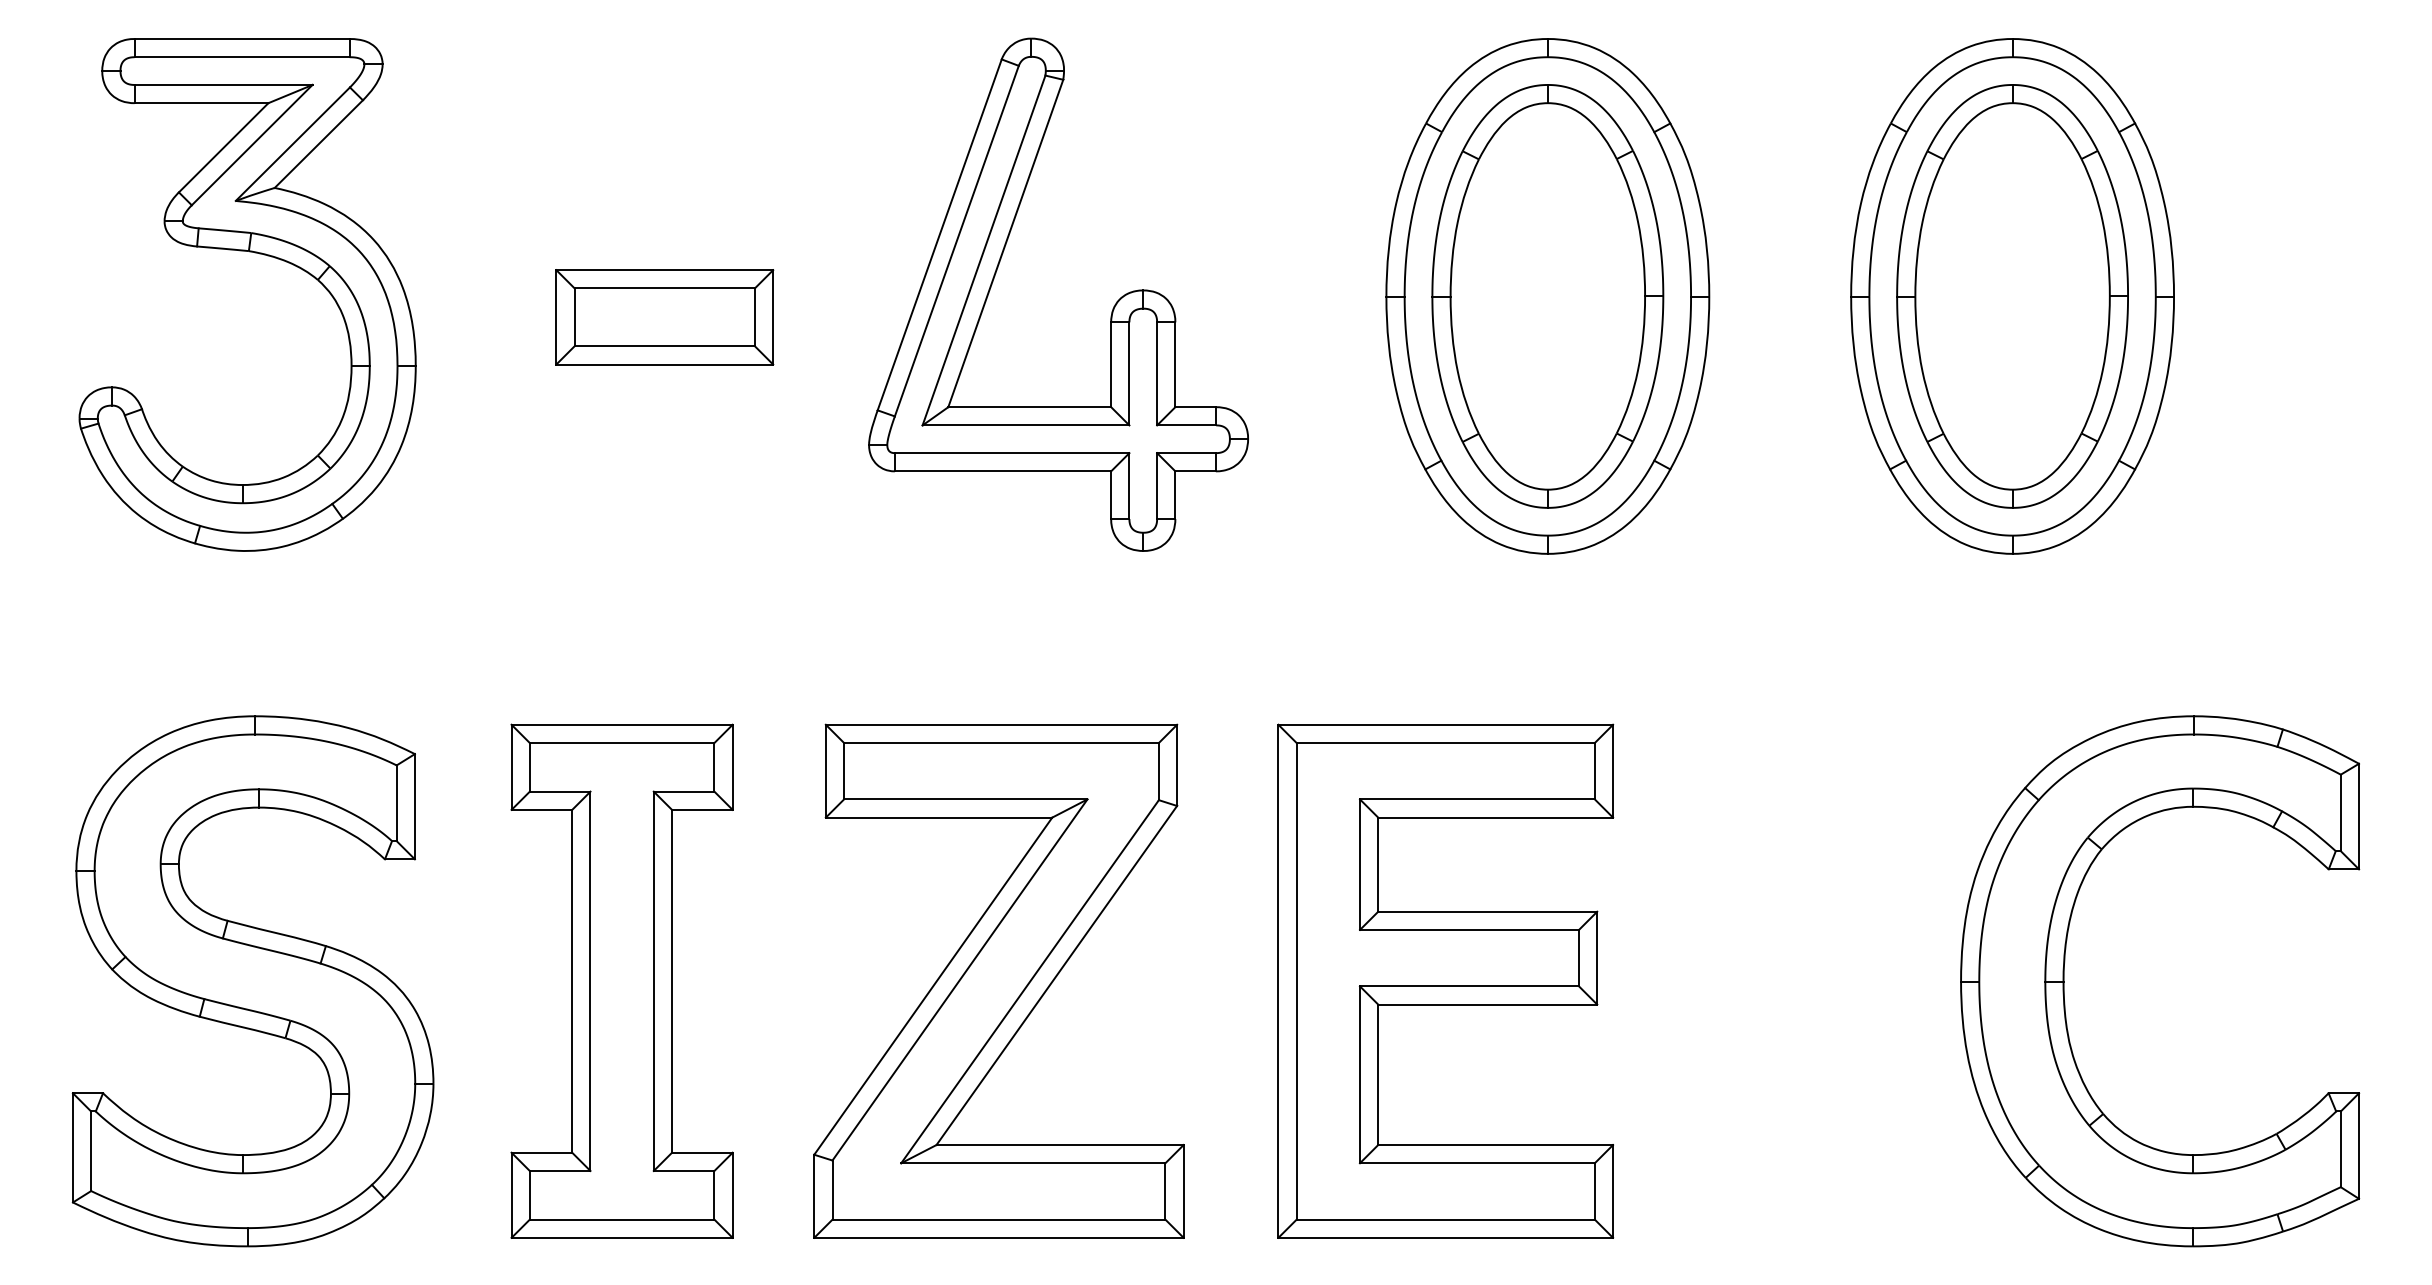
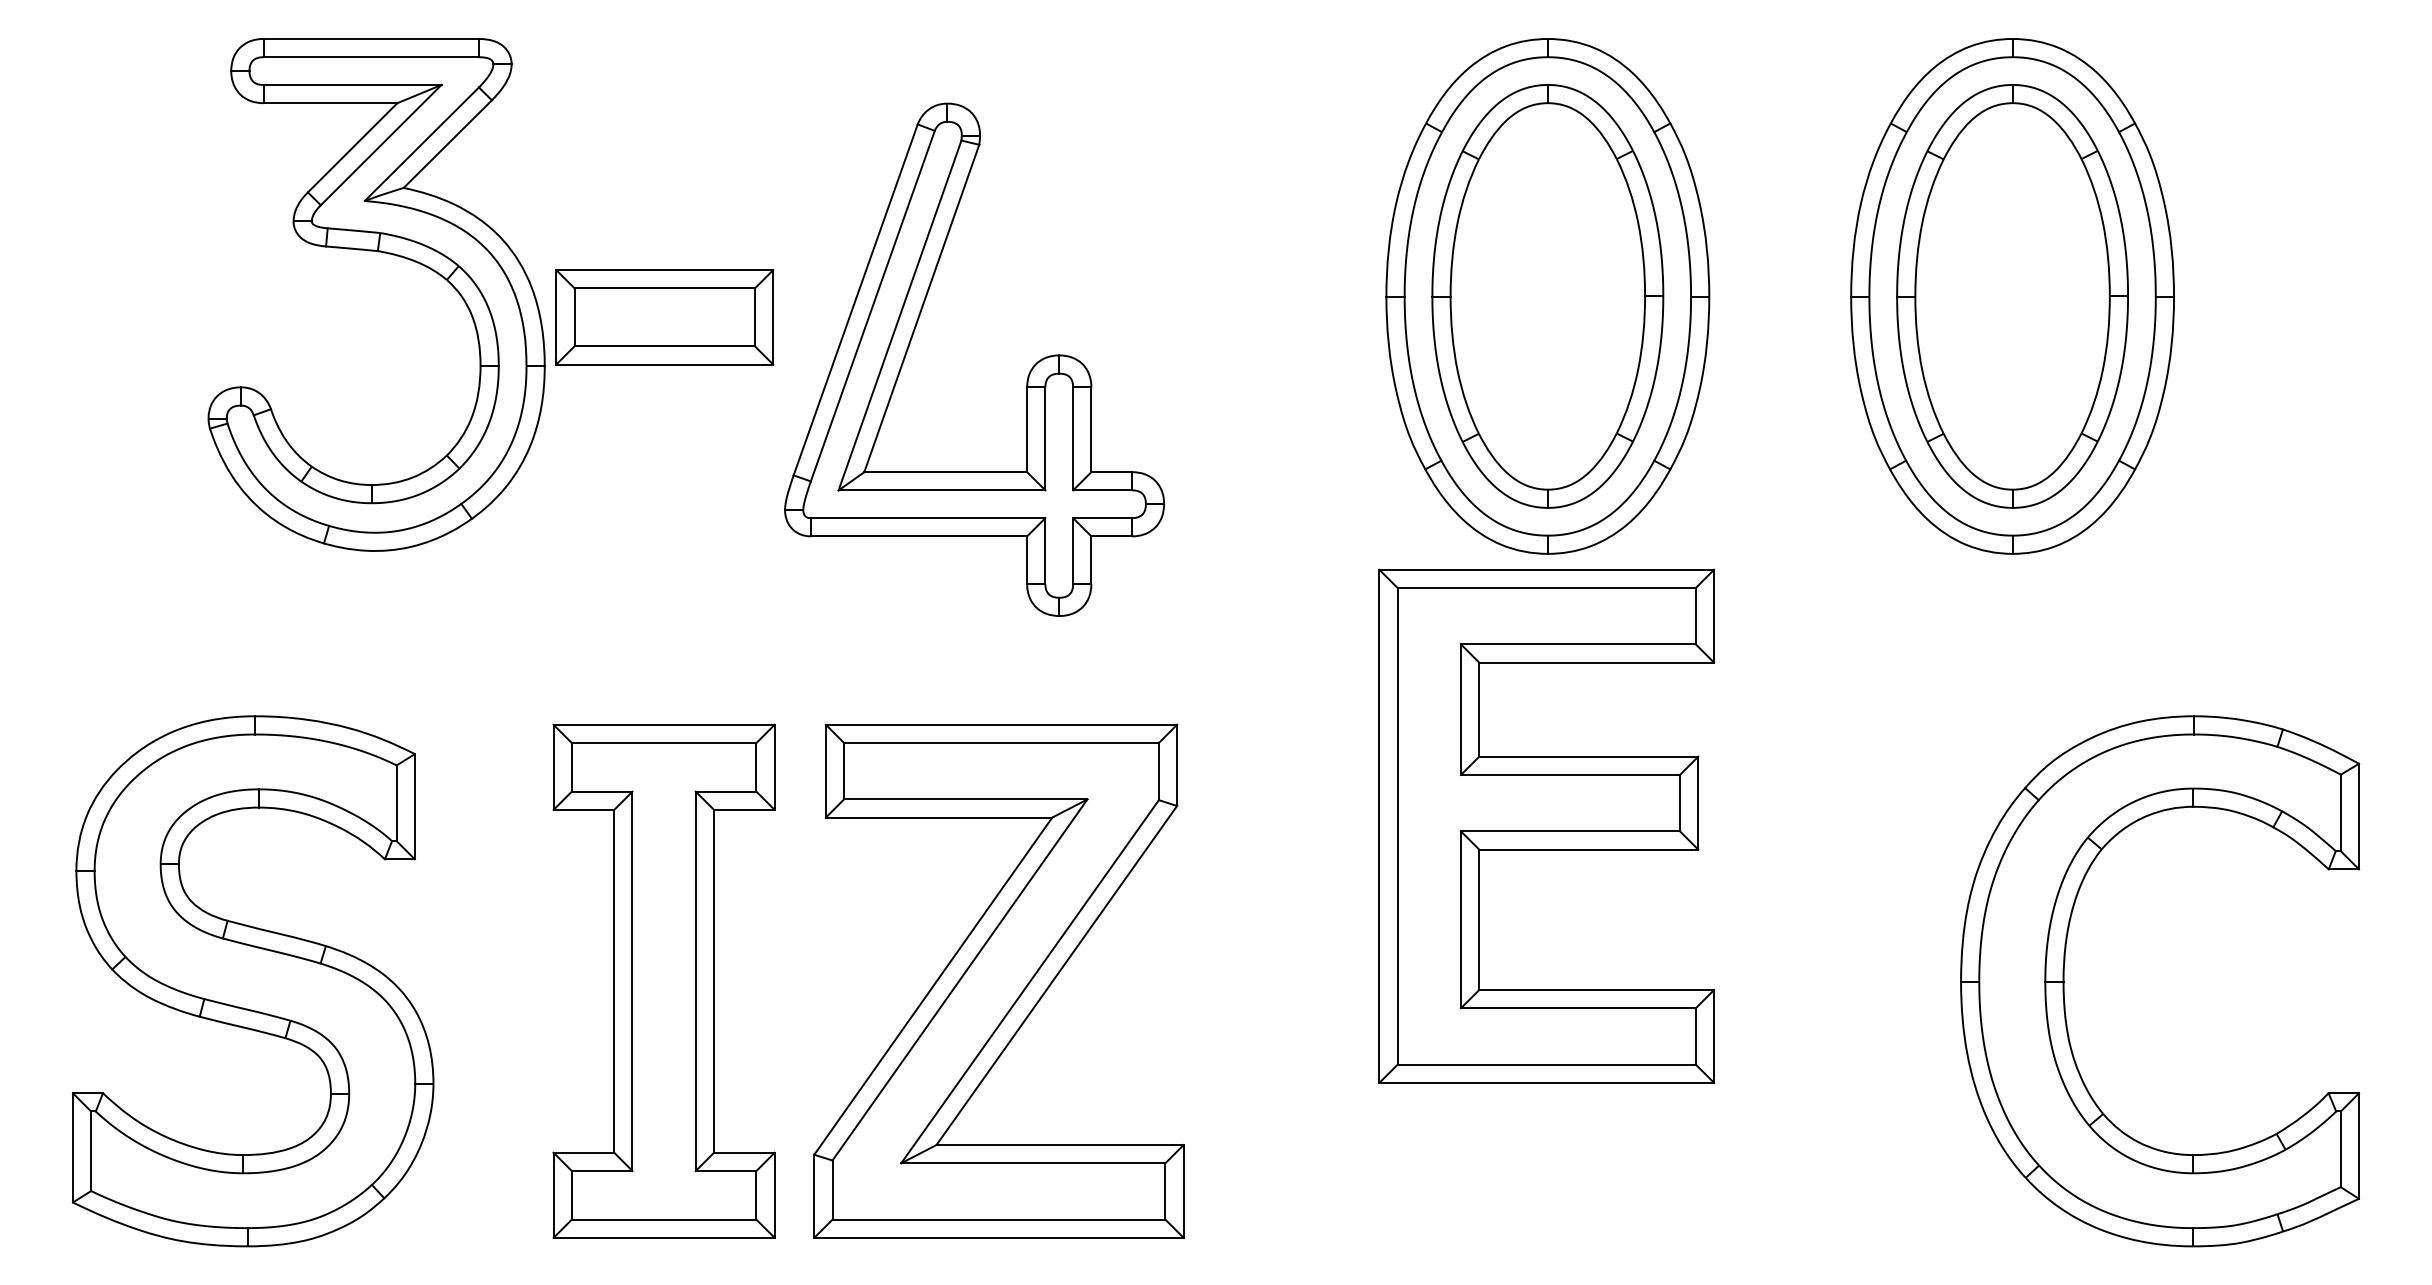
part at (259, 254) position: (259, 254) -> (388, 254)
part at (1111, 311) position: (1111, 311) -> (1027, 376)
part at (621, 980) position: (621, 980) -> (663, 980)
part at (1445, 980) position: (1445, 980) -> (1546, 825)
